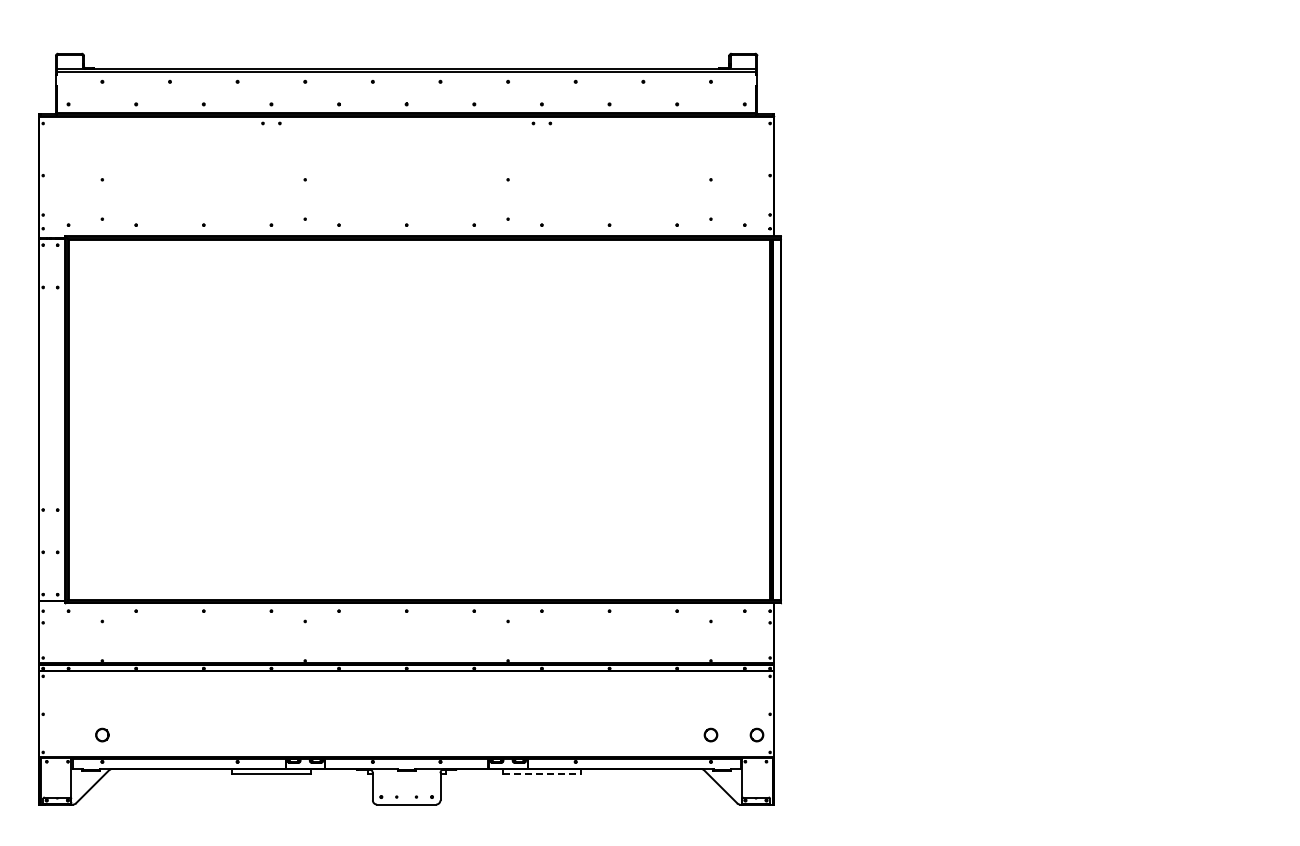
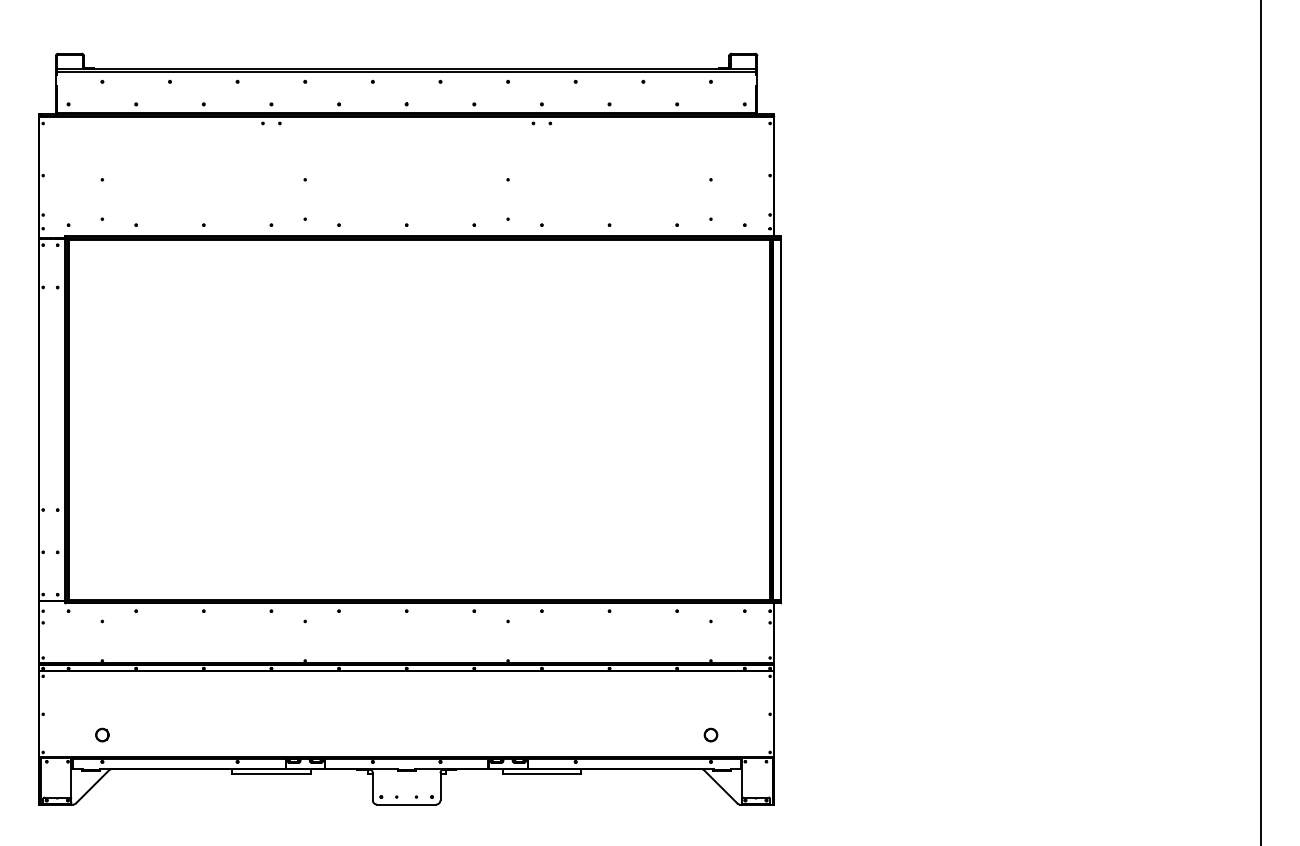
line at (1260, 422): none -> present
part at (756, 734): present -> none
line at (542, 774): dashed -> solid
